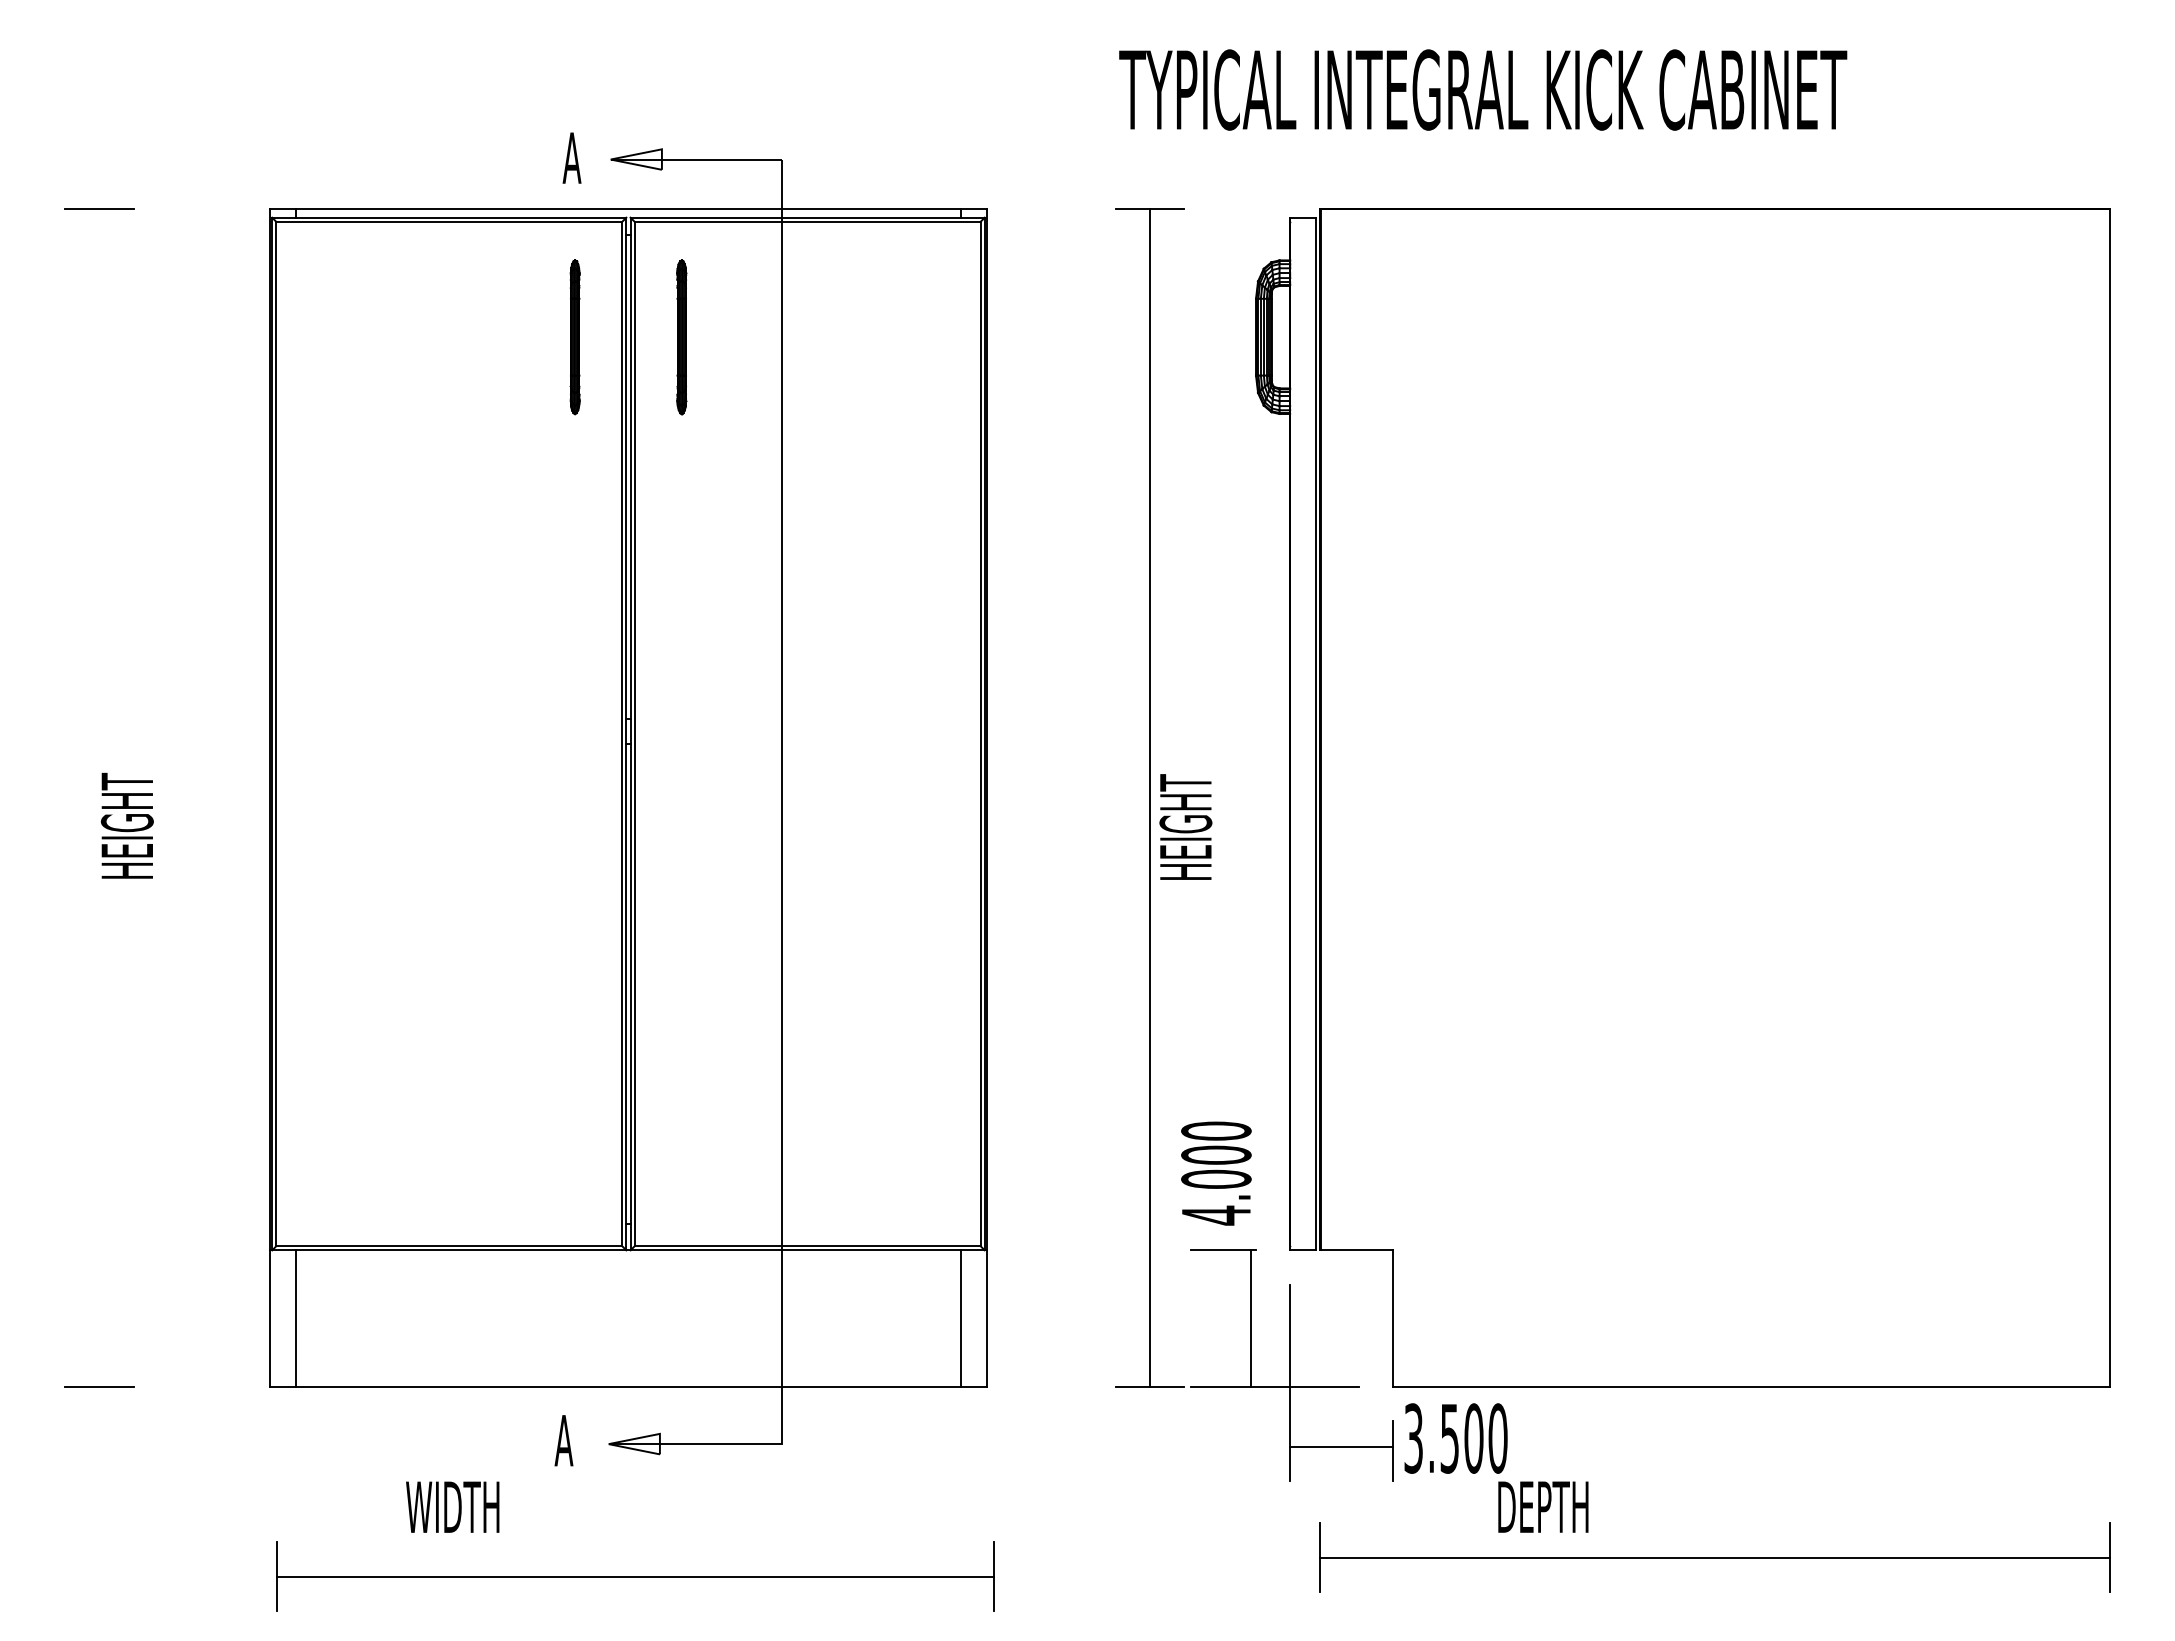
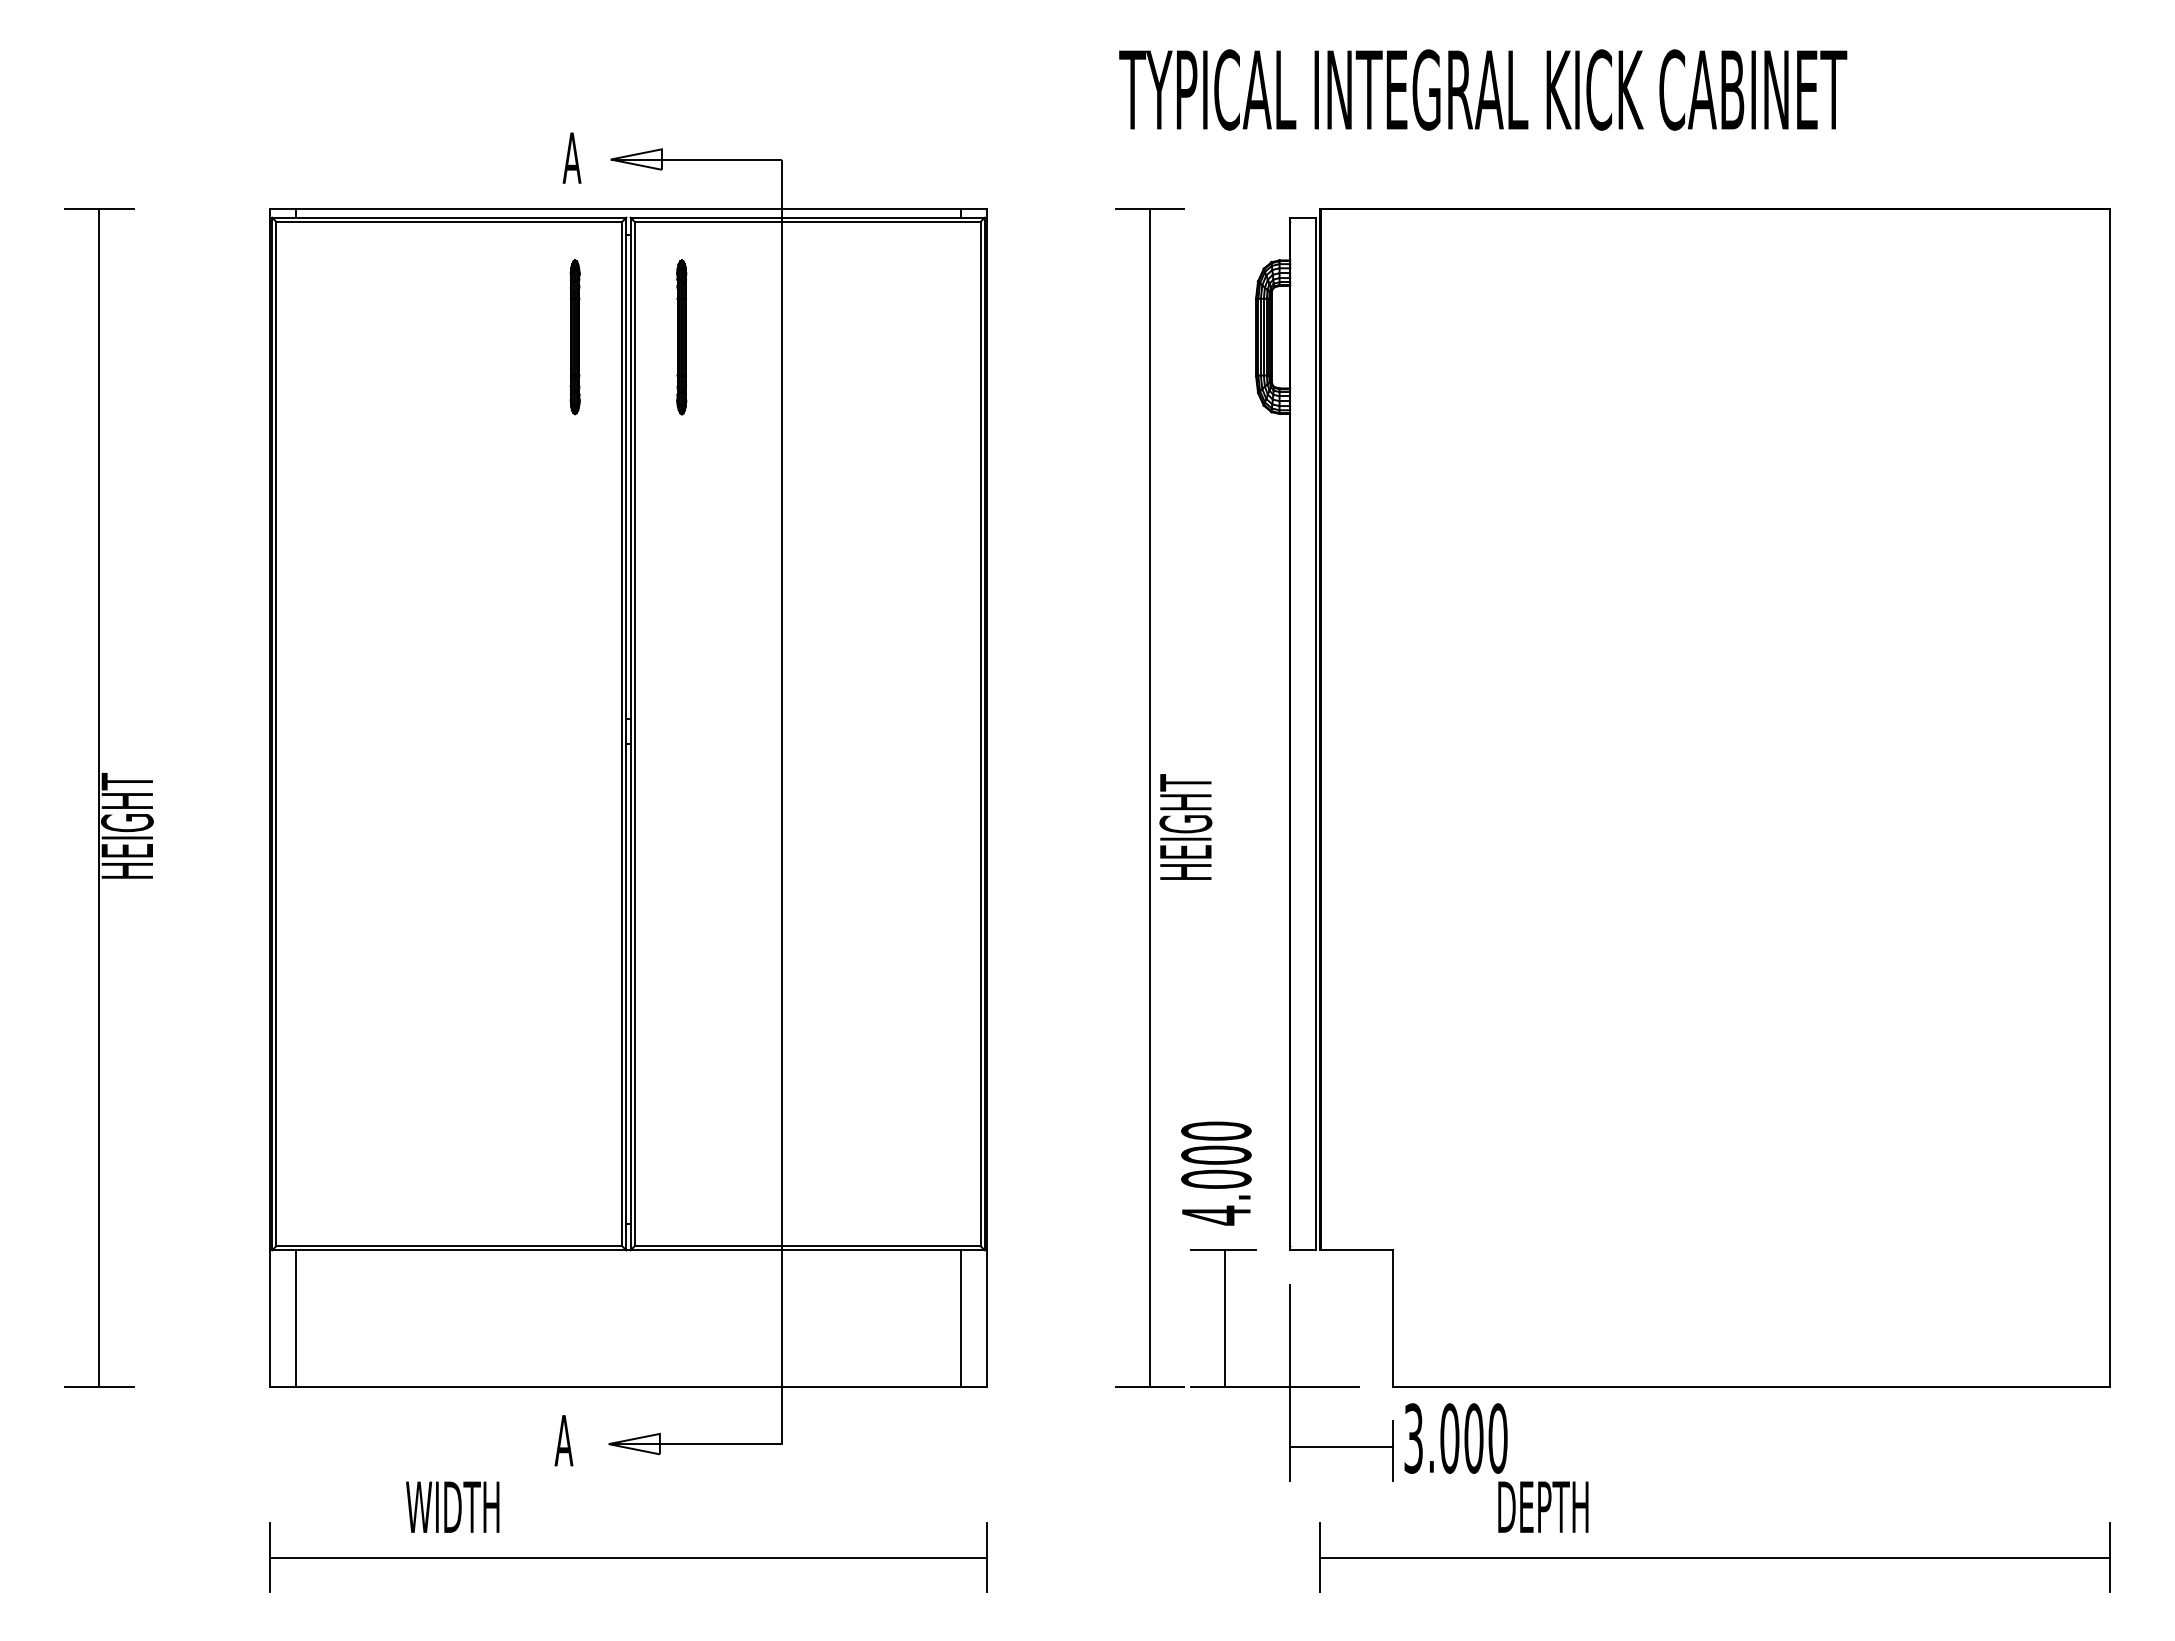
line at (99, 797): none -> present
line at (1250, 1318) position: (1250, 1318) -> (1224, 1318)
text at (1449, 1438): 3.500 -> 3.000
part at (635, 1576) position: (635, 1576) -> (628, 1557)
